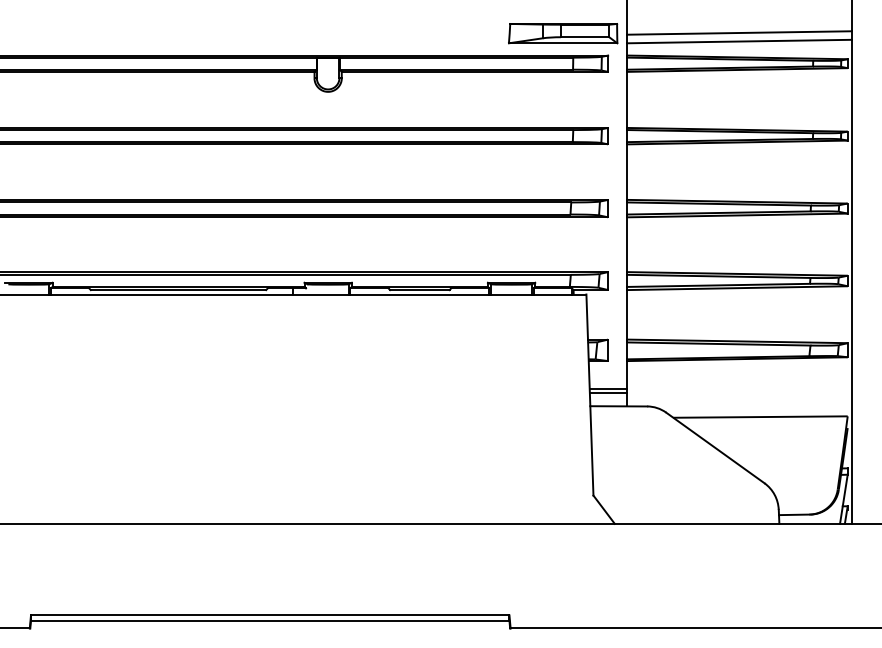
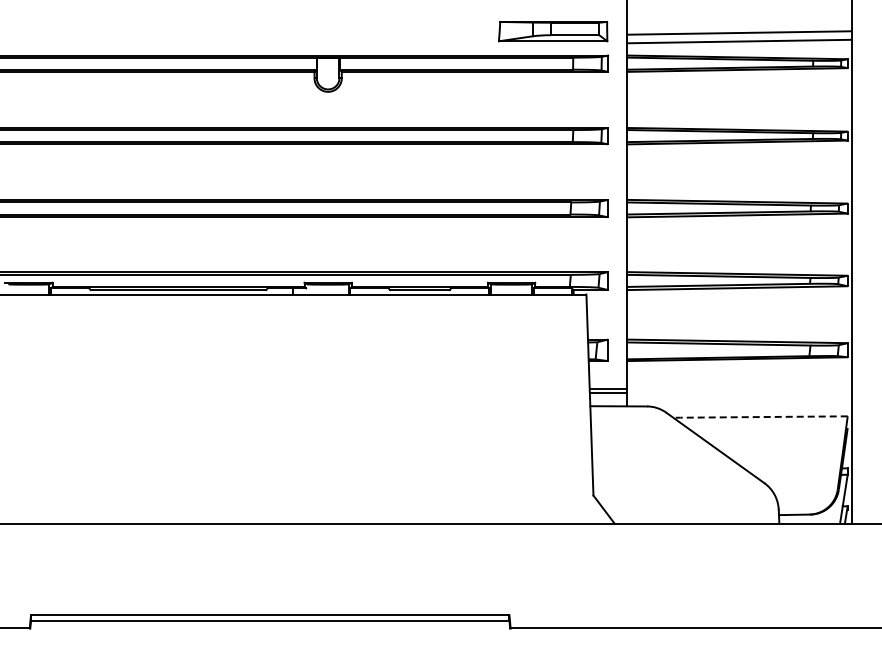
part at (563, 33) position: (563, 33) -> (553, 31)
line at (759, 417): solid -> dashed
